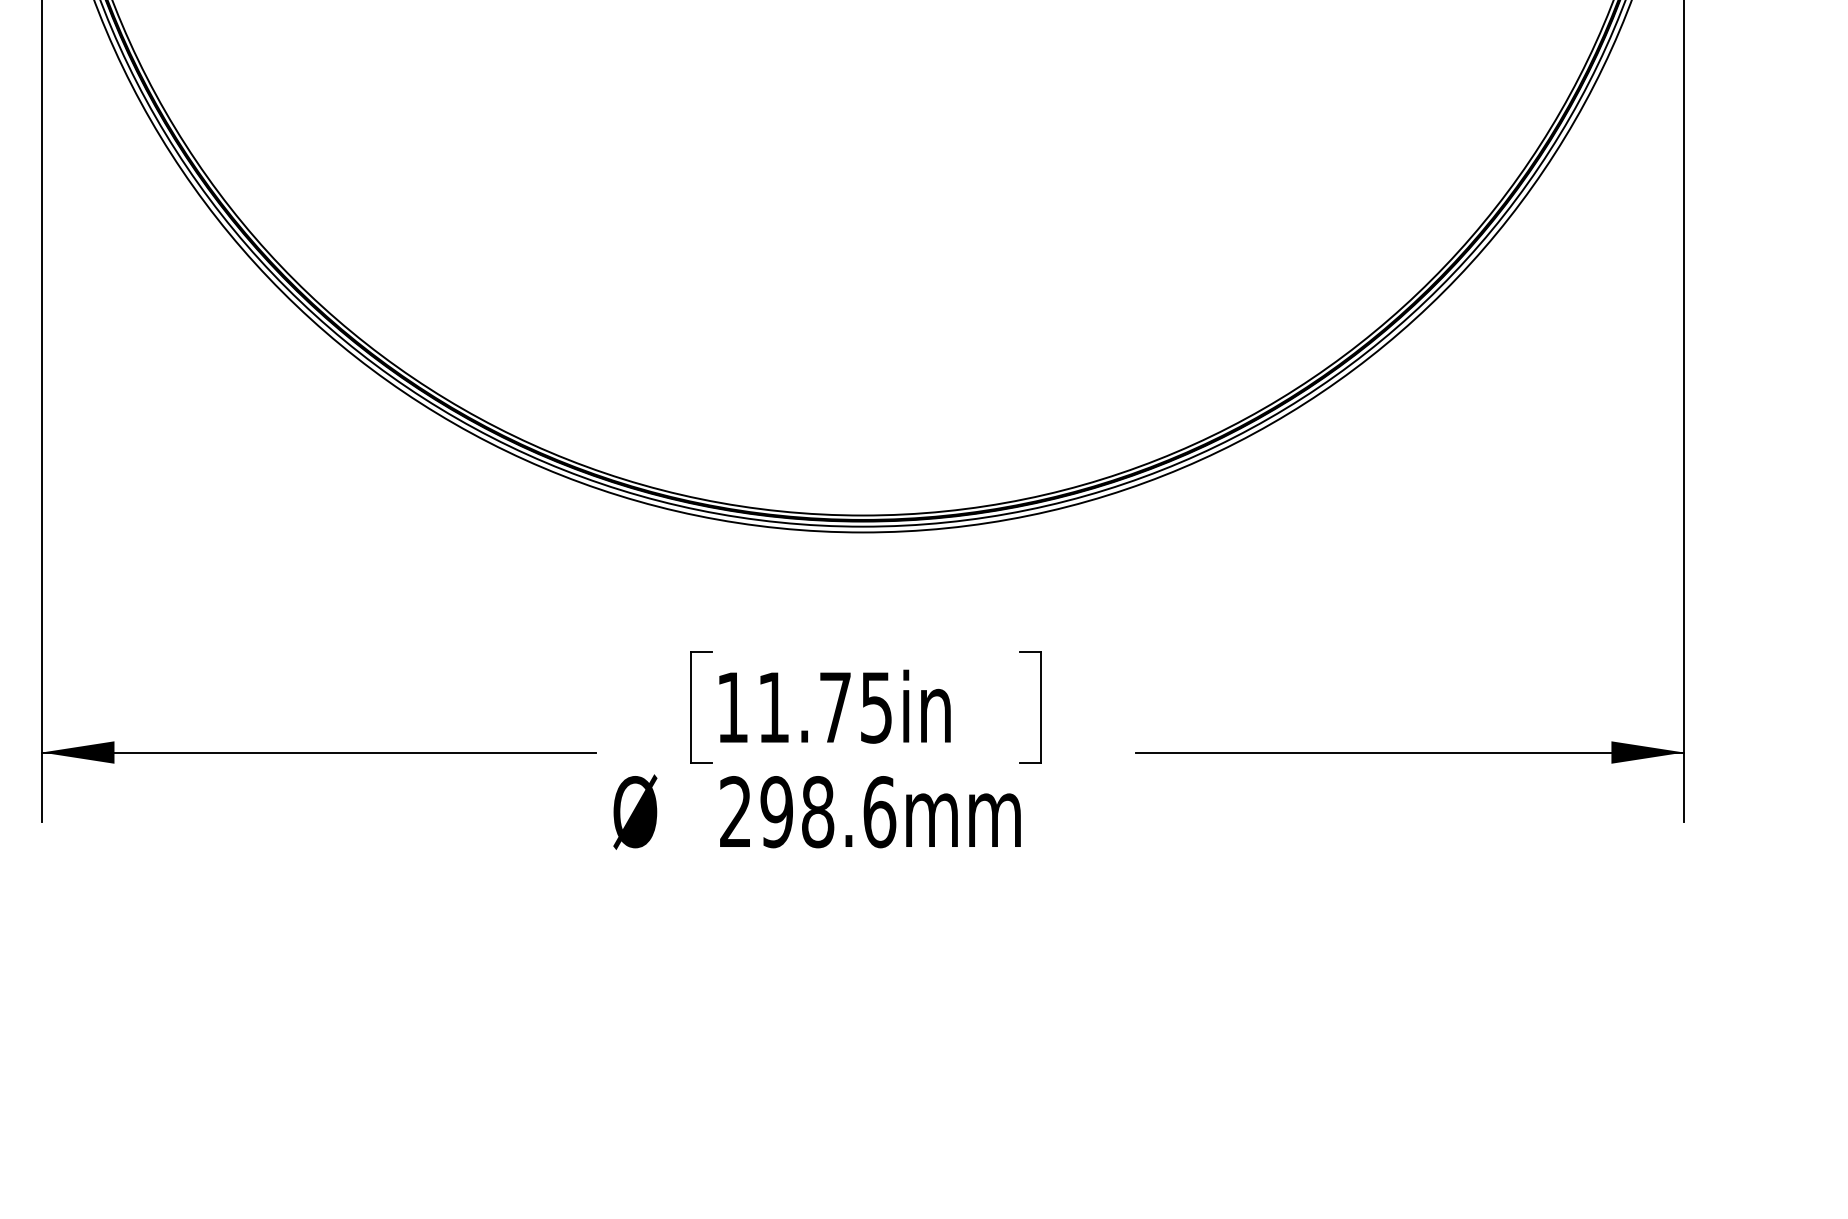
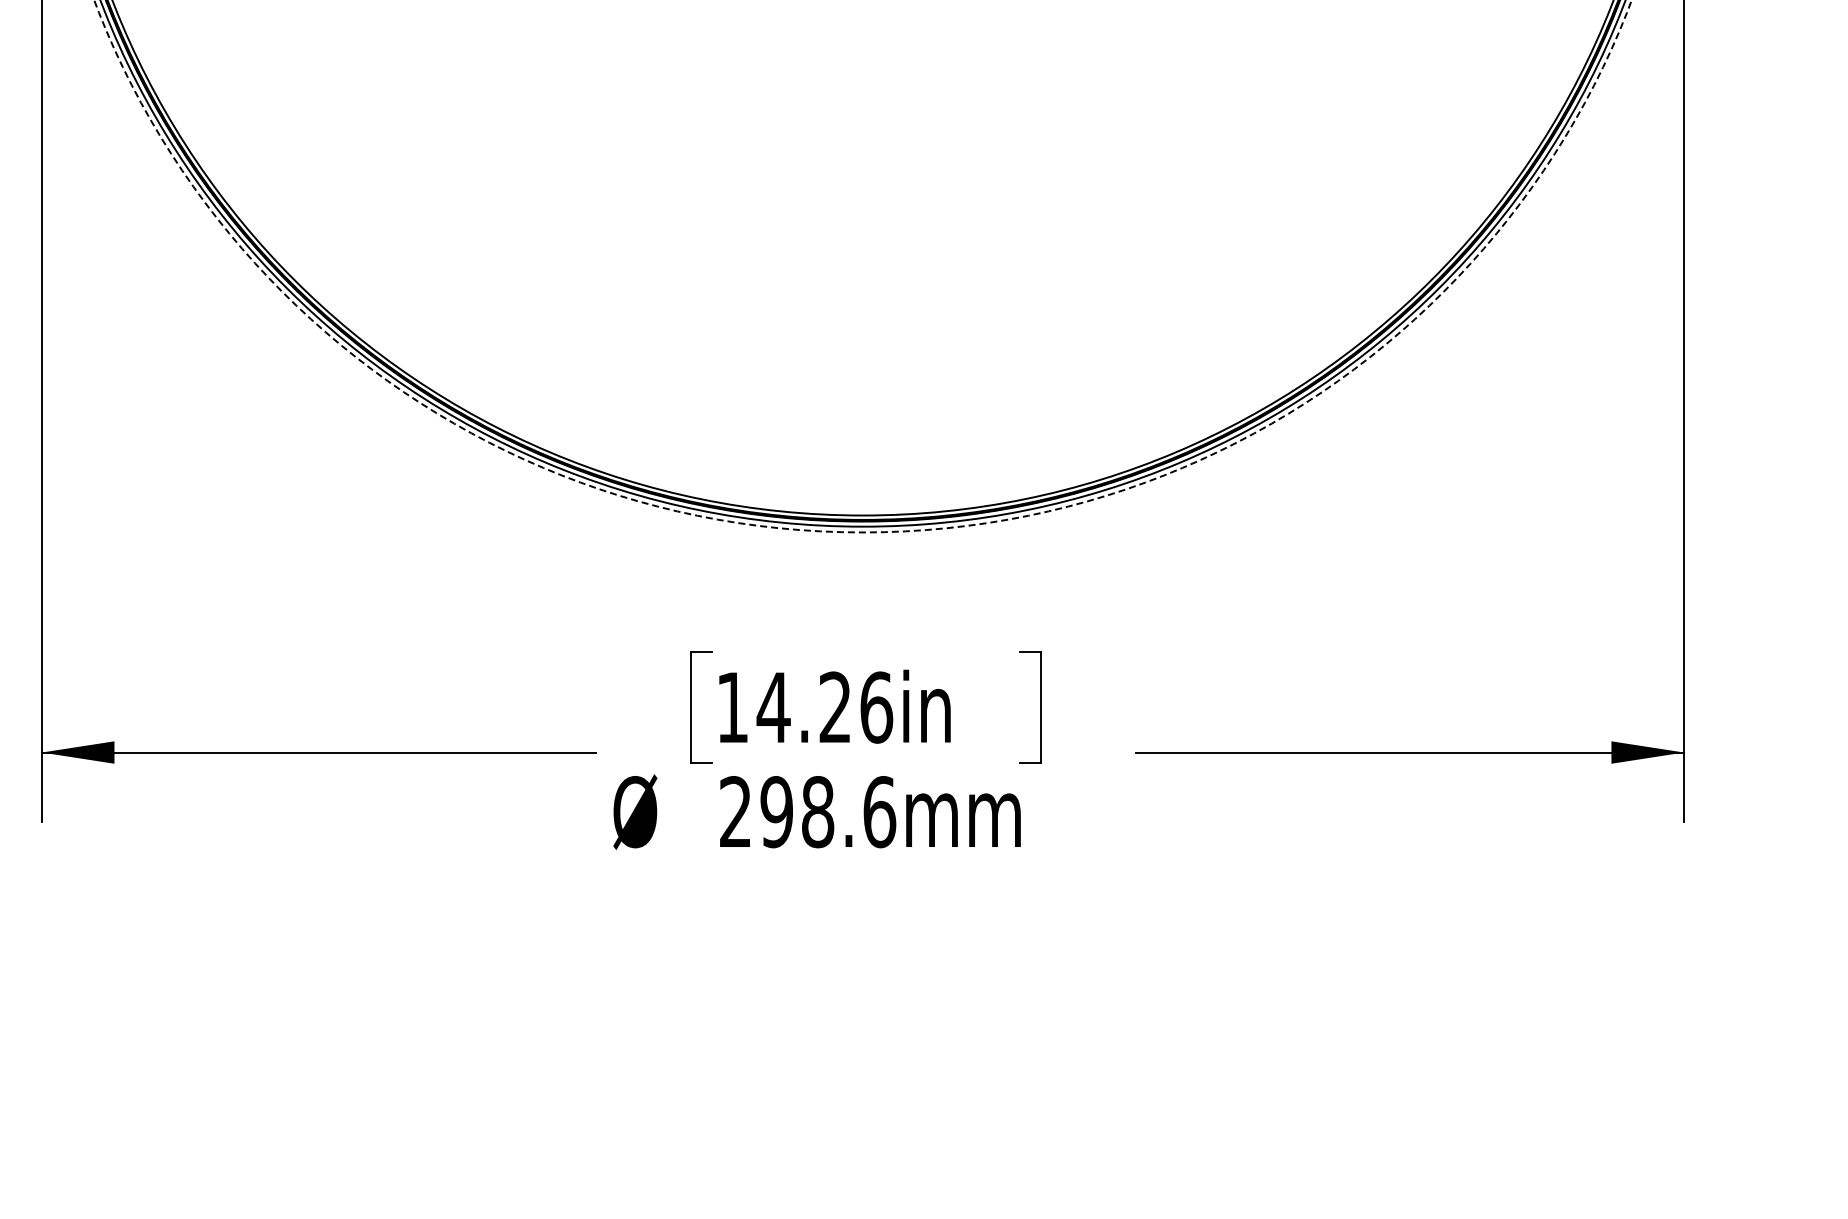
circle at (862, 266): solid -> dashed
text at (824, 707): 11.75in -> 14.26in
